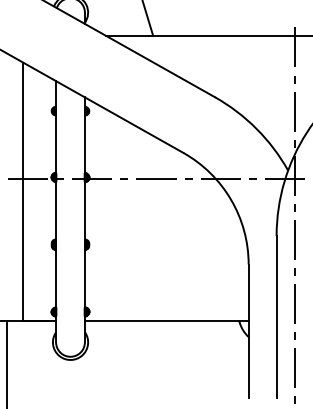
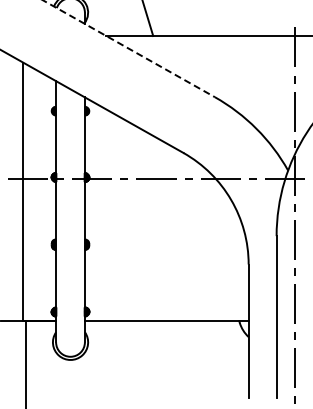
line at (129, 49): solid -> dashed
line at (6, 363) position: (6, 363) -> (25, 363)
